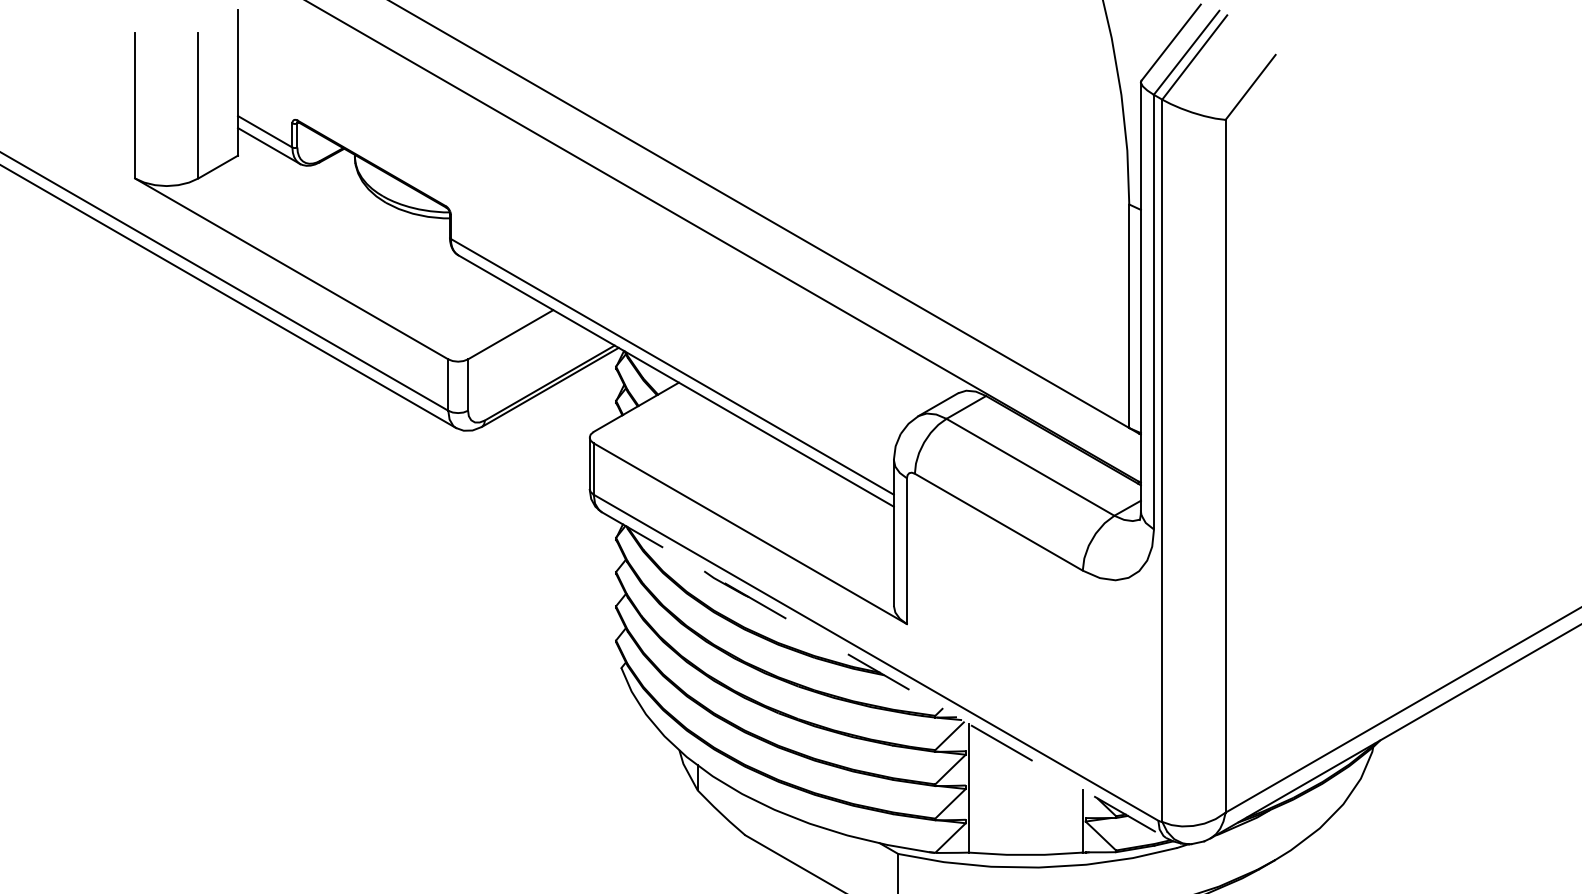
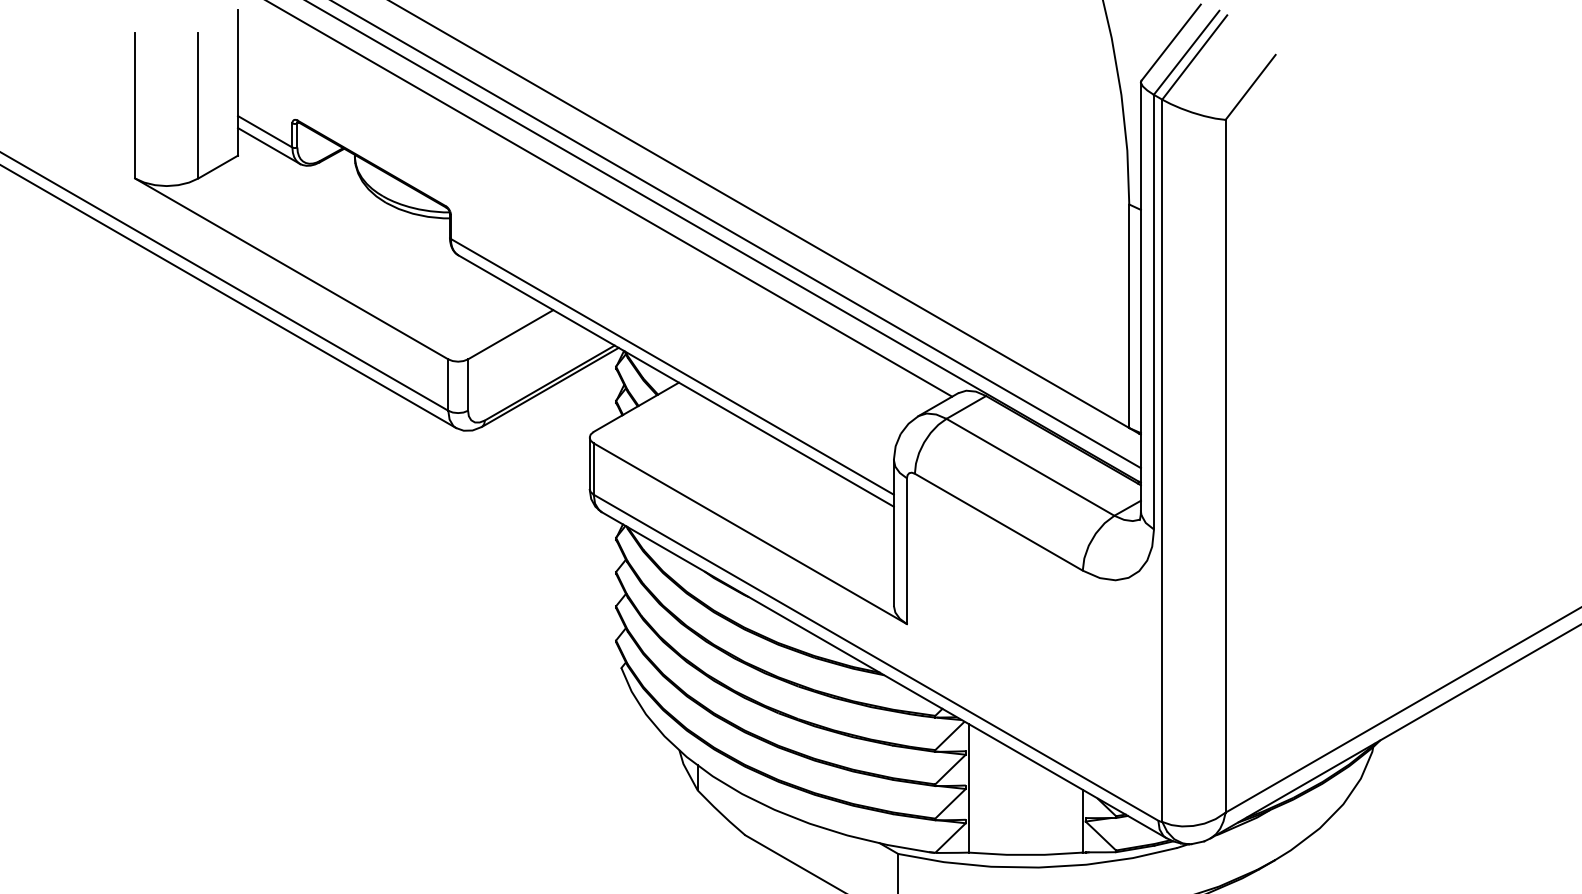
line at (610, 199): none -> present
line at (736, 235): none -> present
line at (883, 675): dashed -> solid
